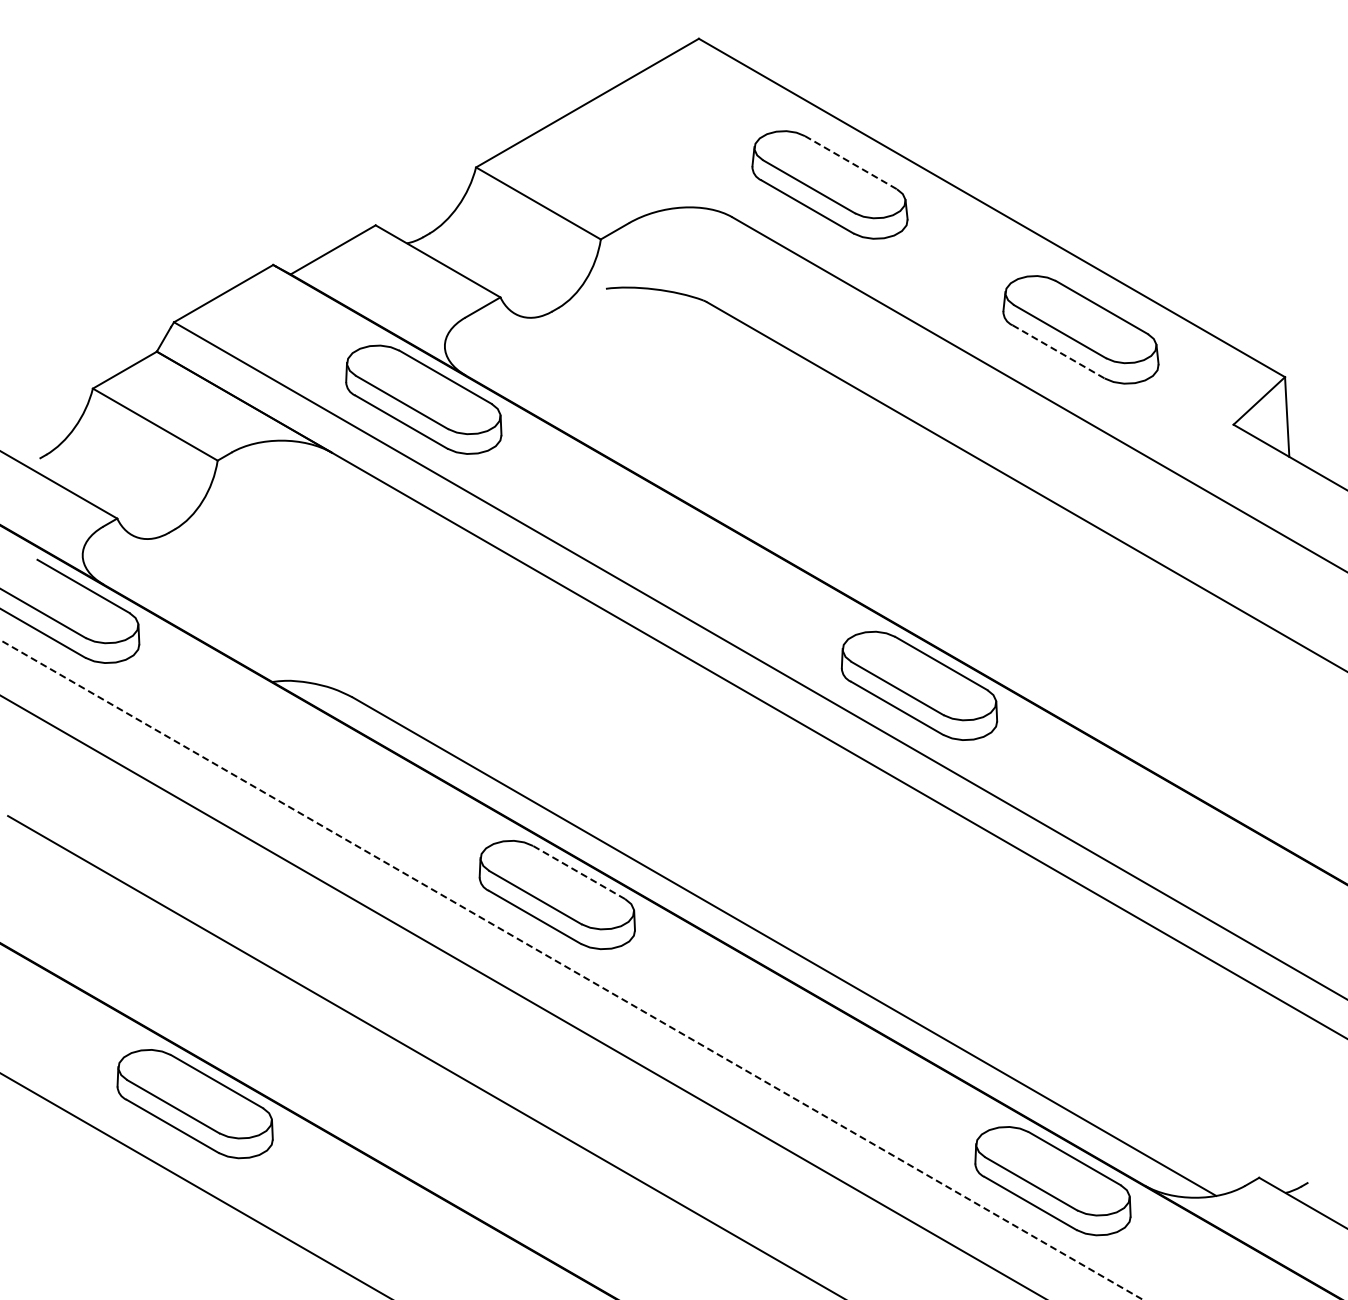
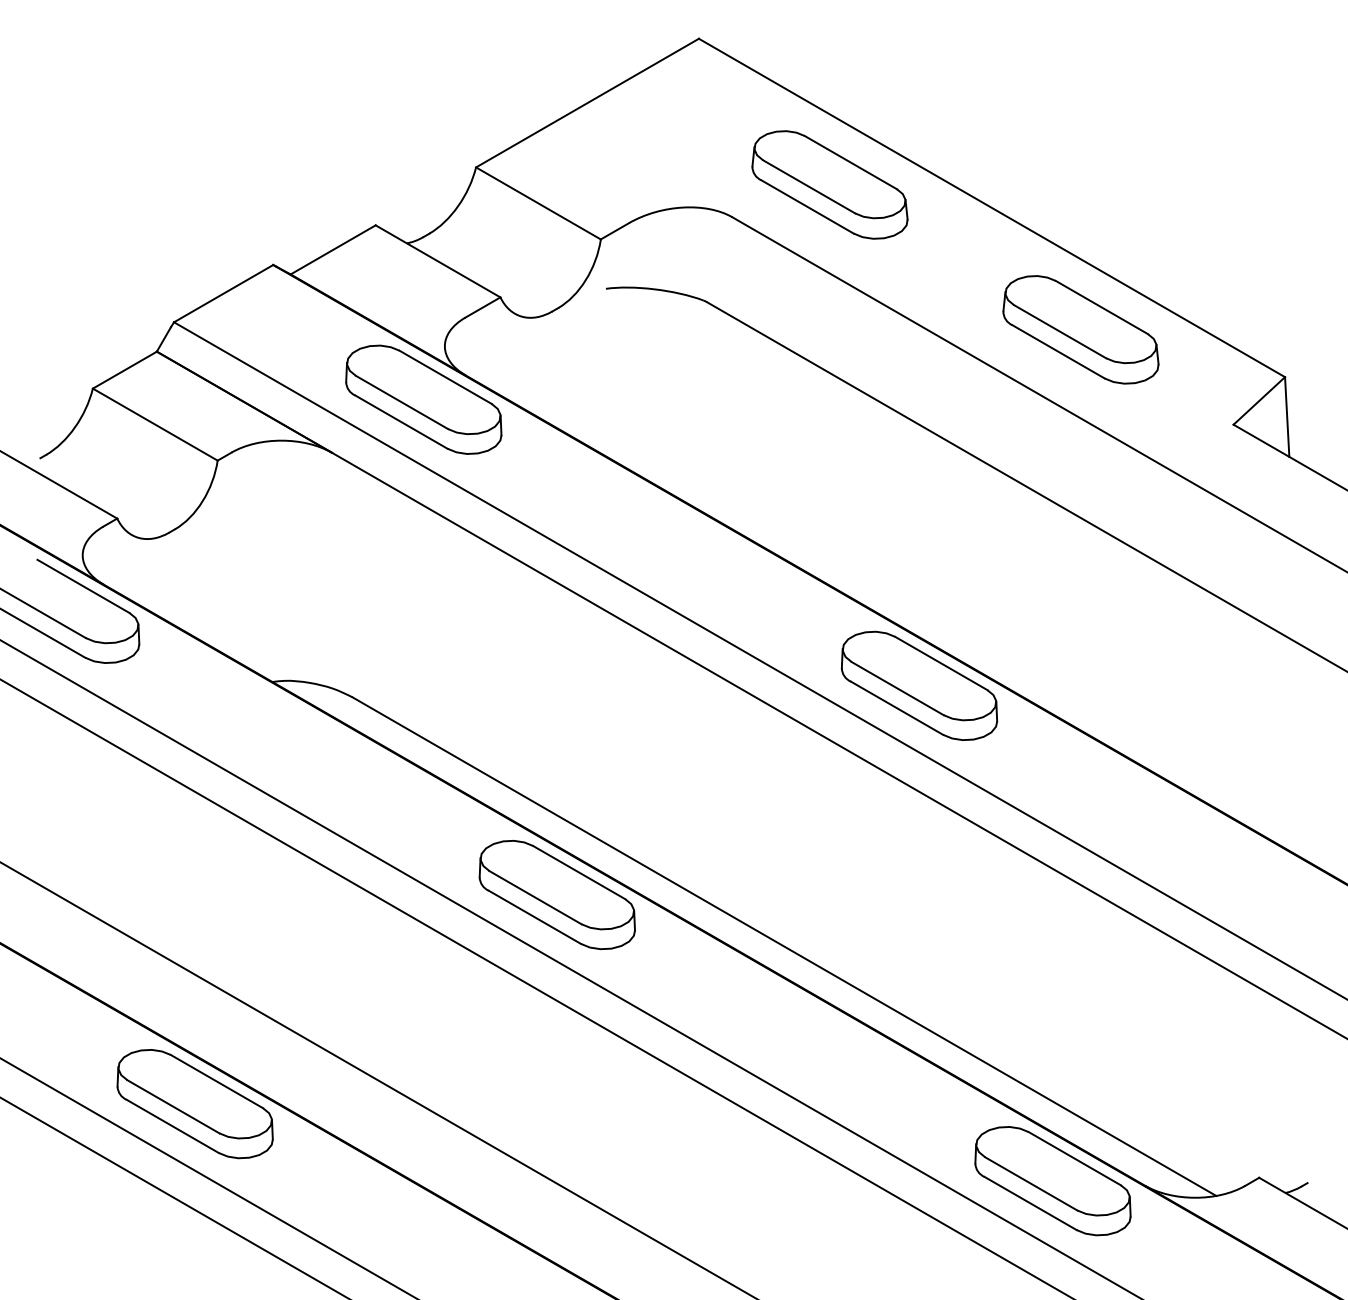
line at (851, 162): dashed -> solid
line at (1059, 352): dashed -> solid
line at (578, 872): dashed -> solid
line at (572, 970): dashed -> solid
line at (521, 996) position: (521, 996) -> (535, 988)
line at (424, 1056) position: (424, 1056) -> (377, 1079)
line at (207, 1177): none -> present
line at (194, 1185) position: (194, 1185) -> (173, 1197)
